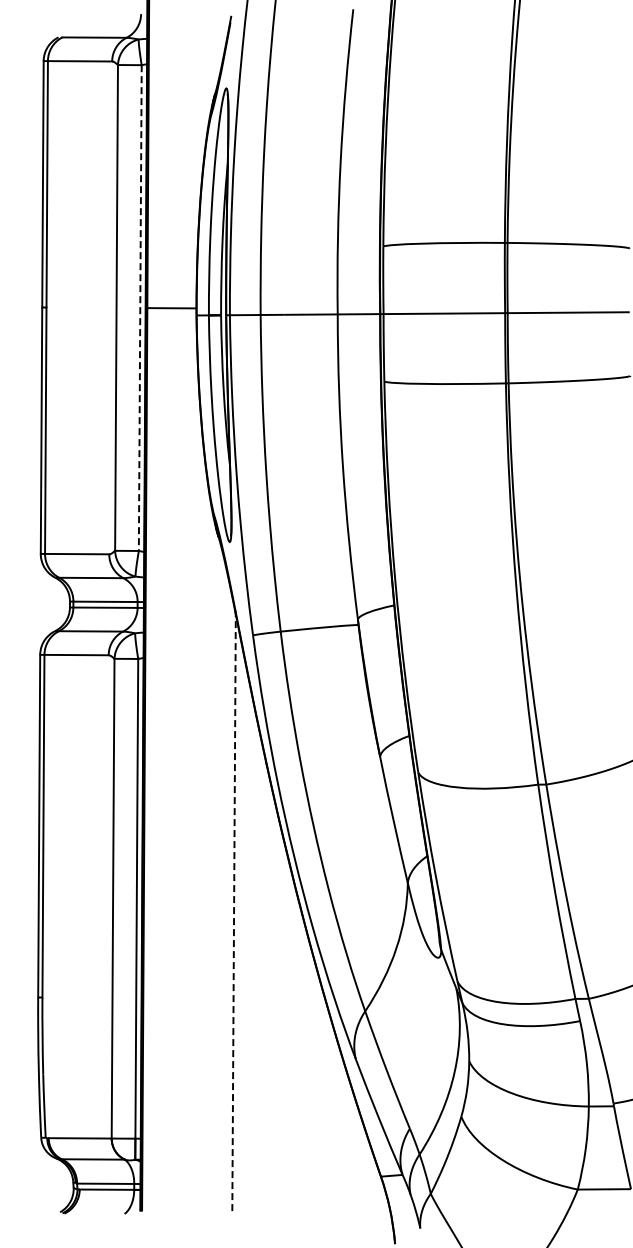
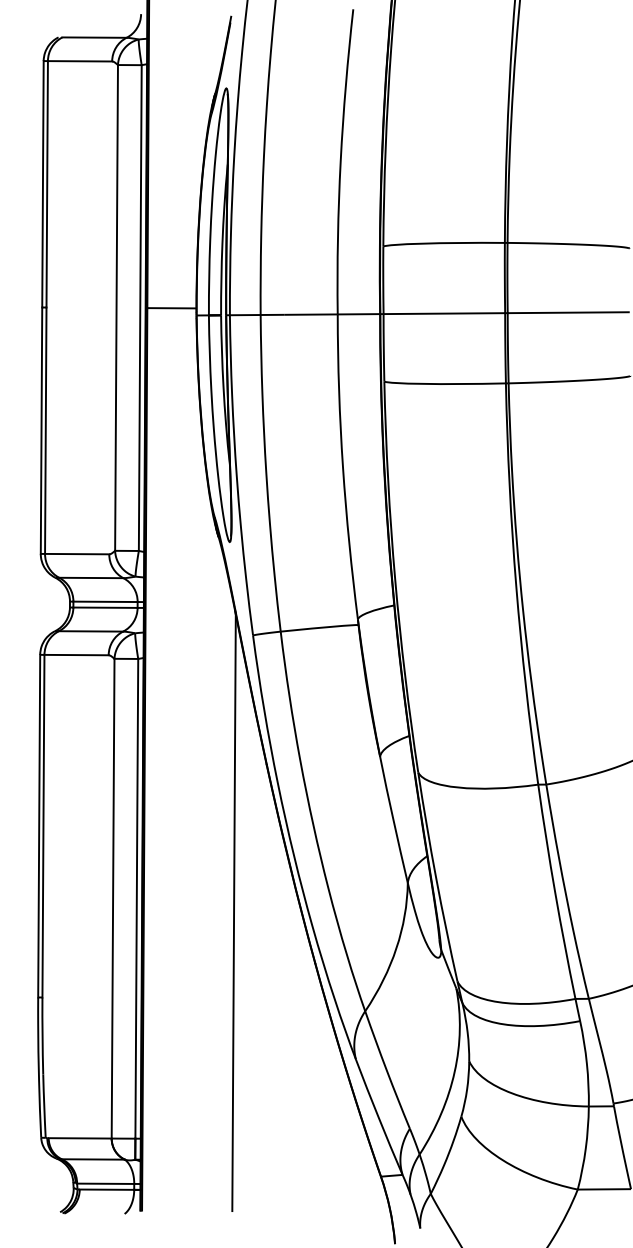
line at (140, 308): dashed -> solid
line at (234, 912): dashed -> solid
